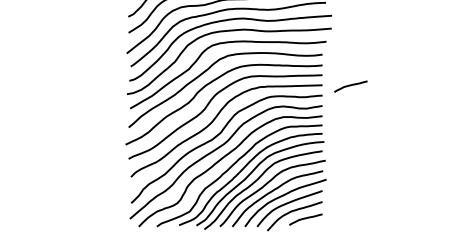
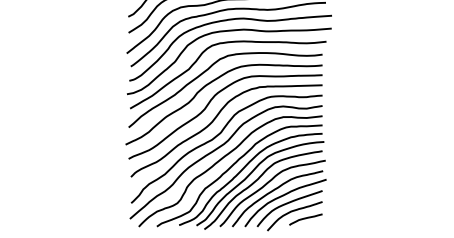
curve at (350, 86): present -> none
